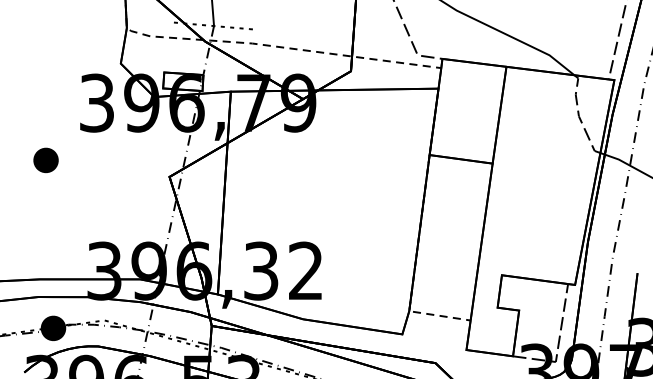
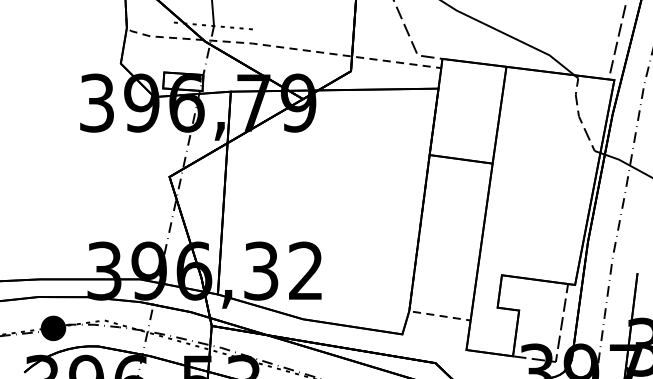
part at (45, 160): present -> none
